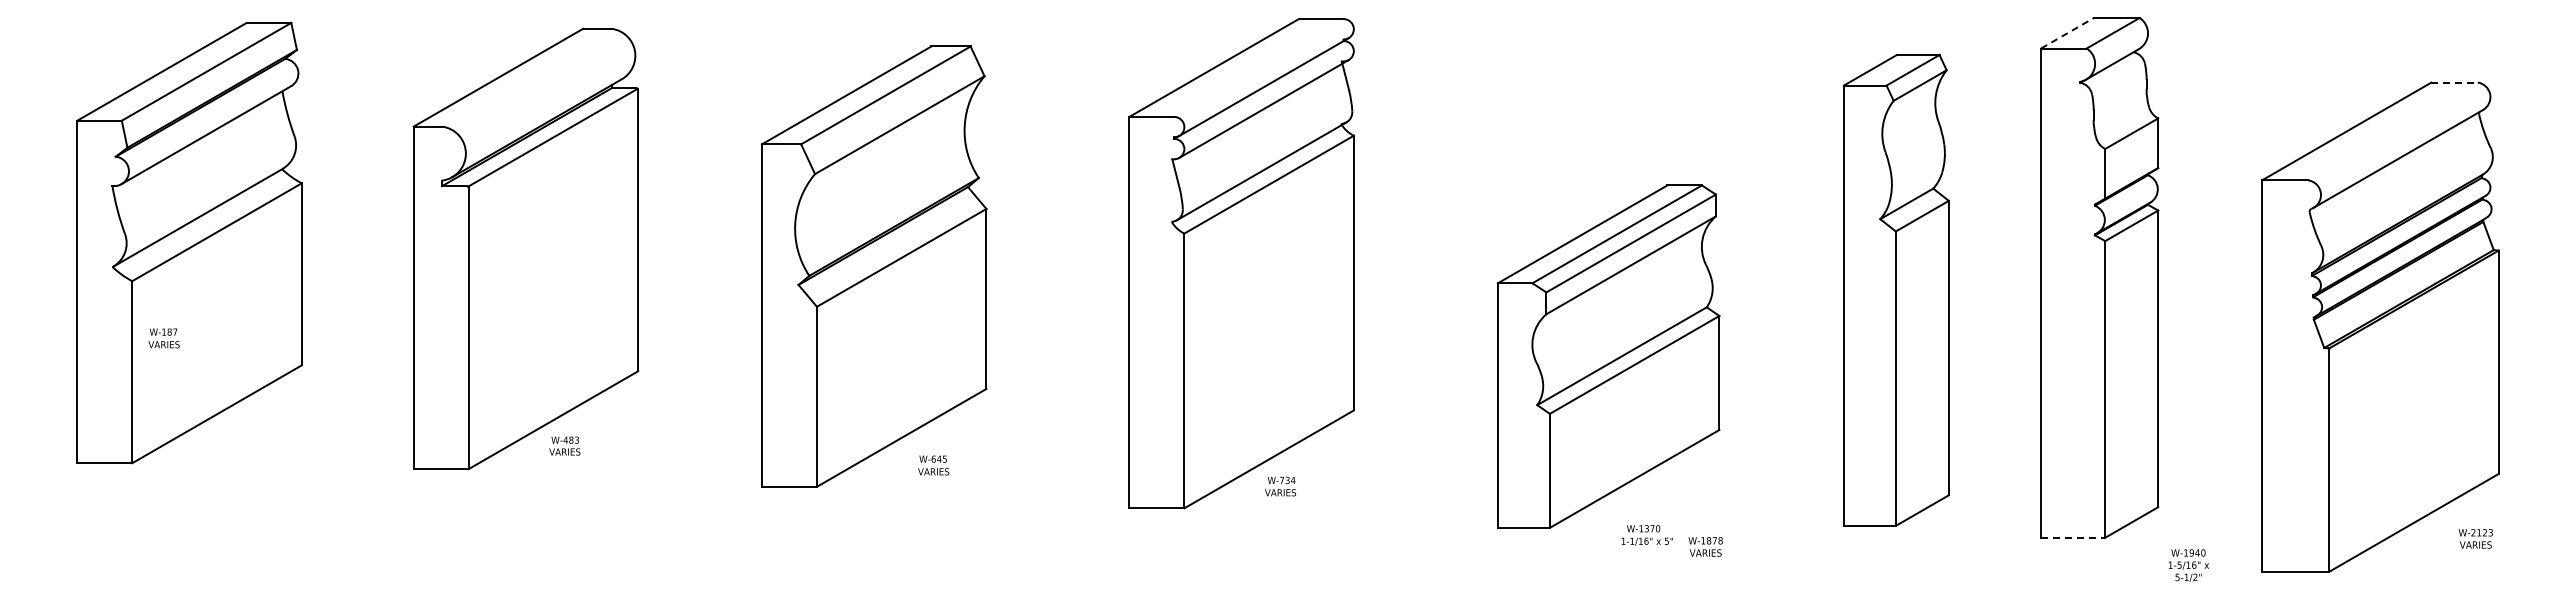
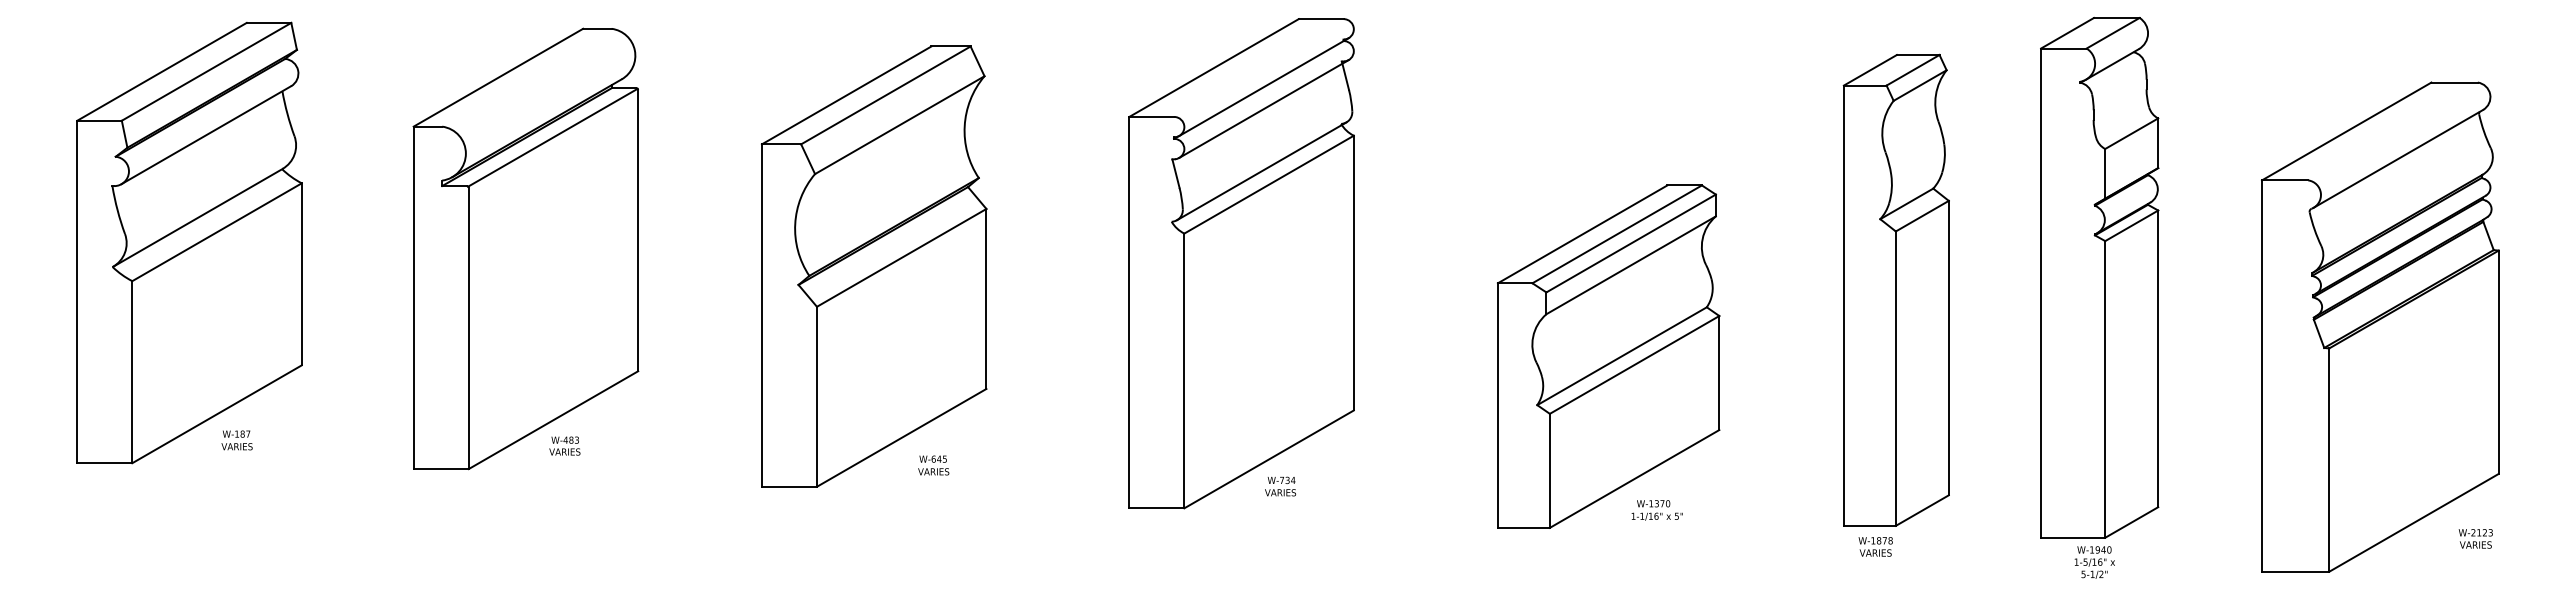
line at (2067, 33): dashed -> solid
line at (2455, 82): dashed -> solid
text at (163, 338) position: (163, 338) -> (236, 440)
text at (1646, 535) position: (1646, 535) -> (1656, 510)
line at (2073, 537): dashed -> solid
text at (1705, 546) position: (1705, 546) -> (1875, 546)
text at (2188, 565) position: (2188, 565) -> (2094, 562)
